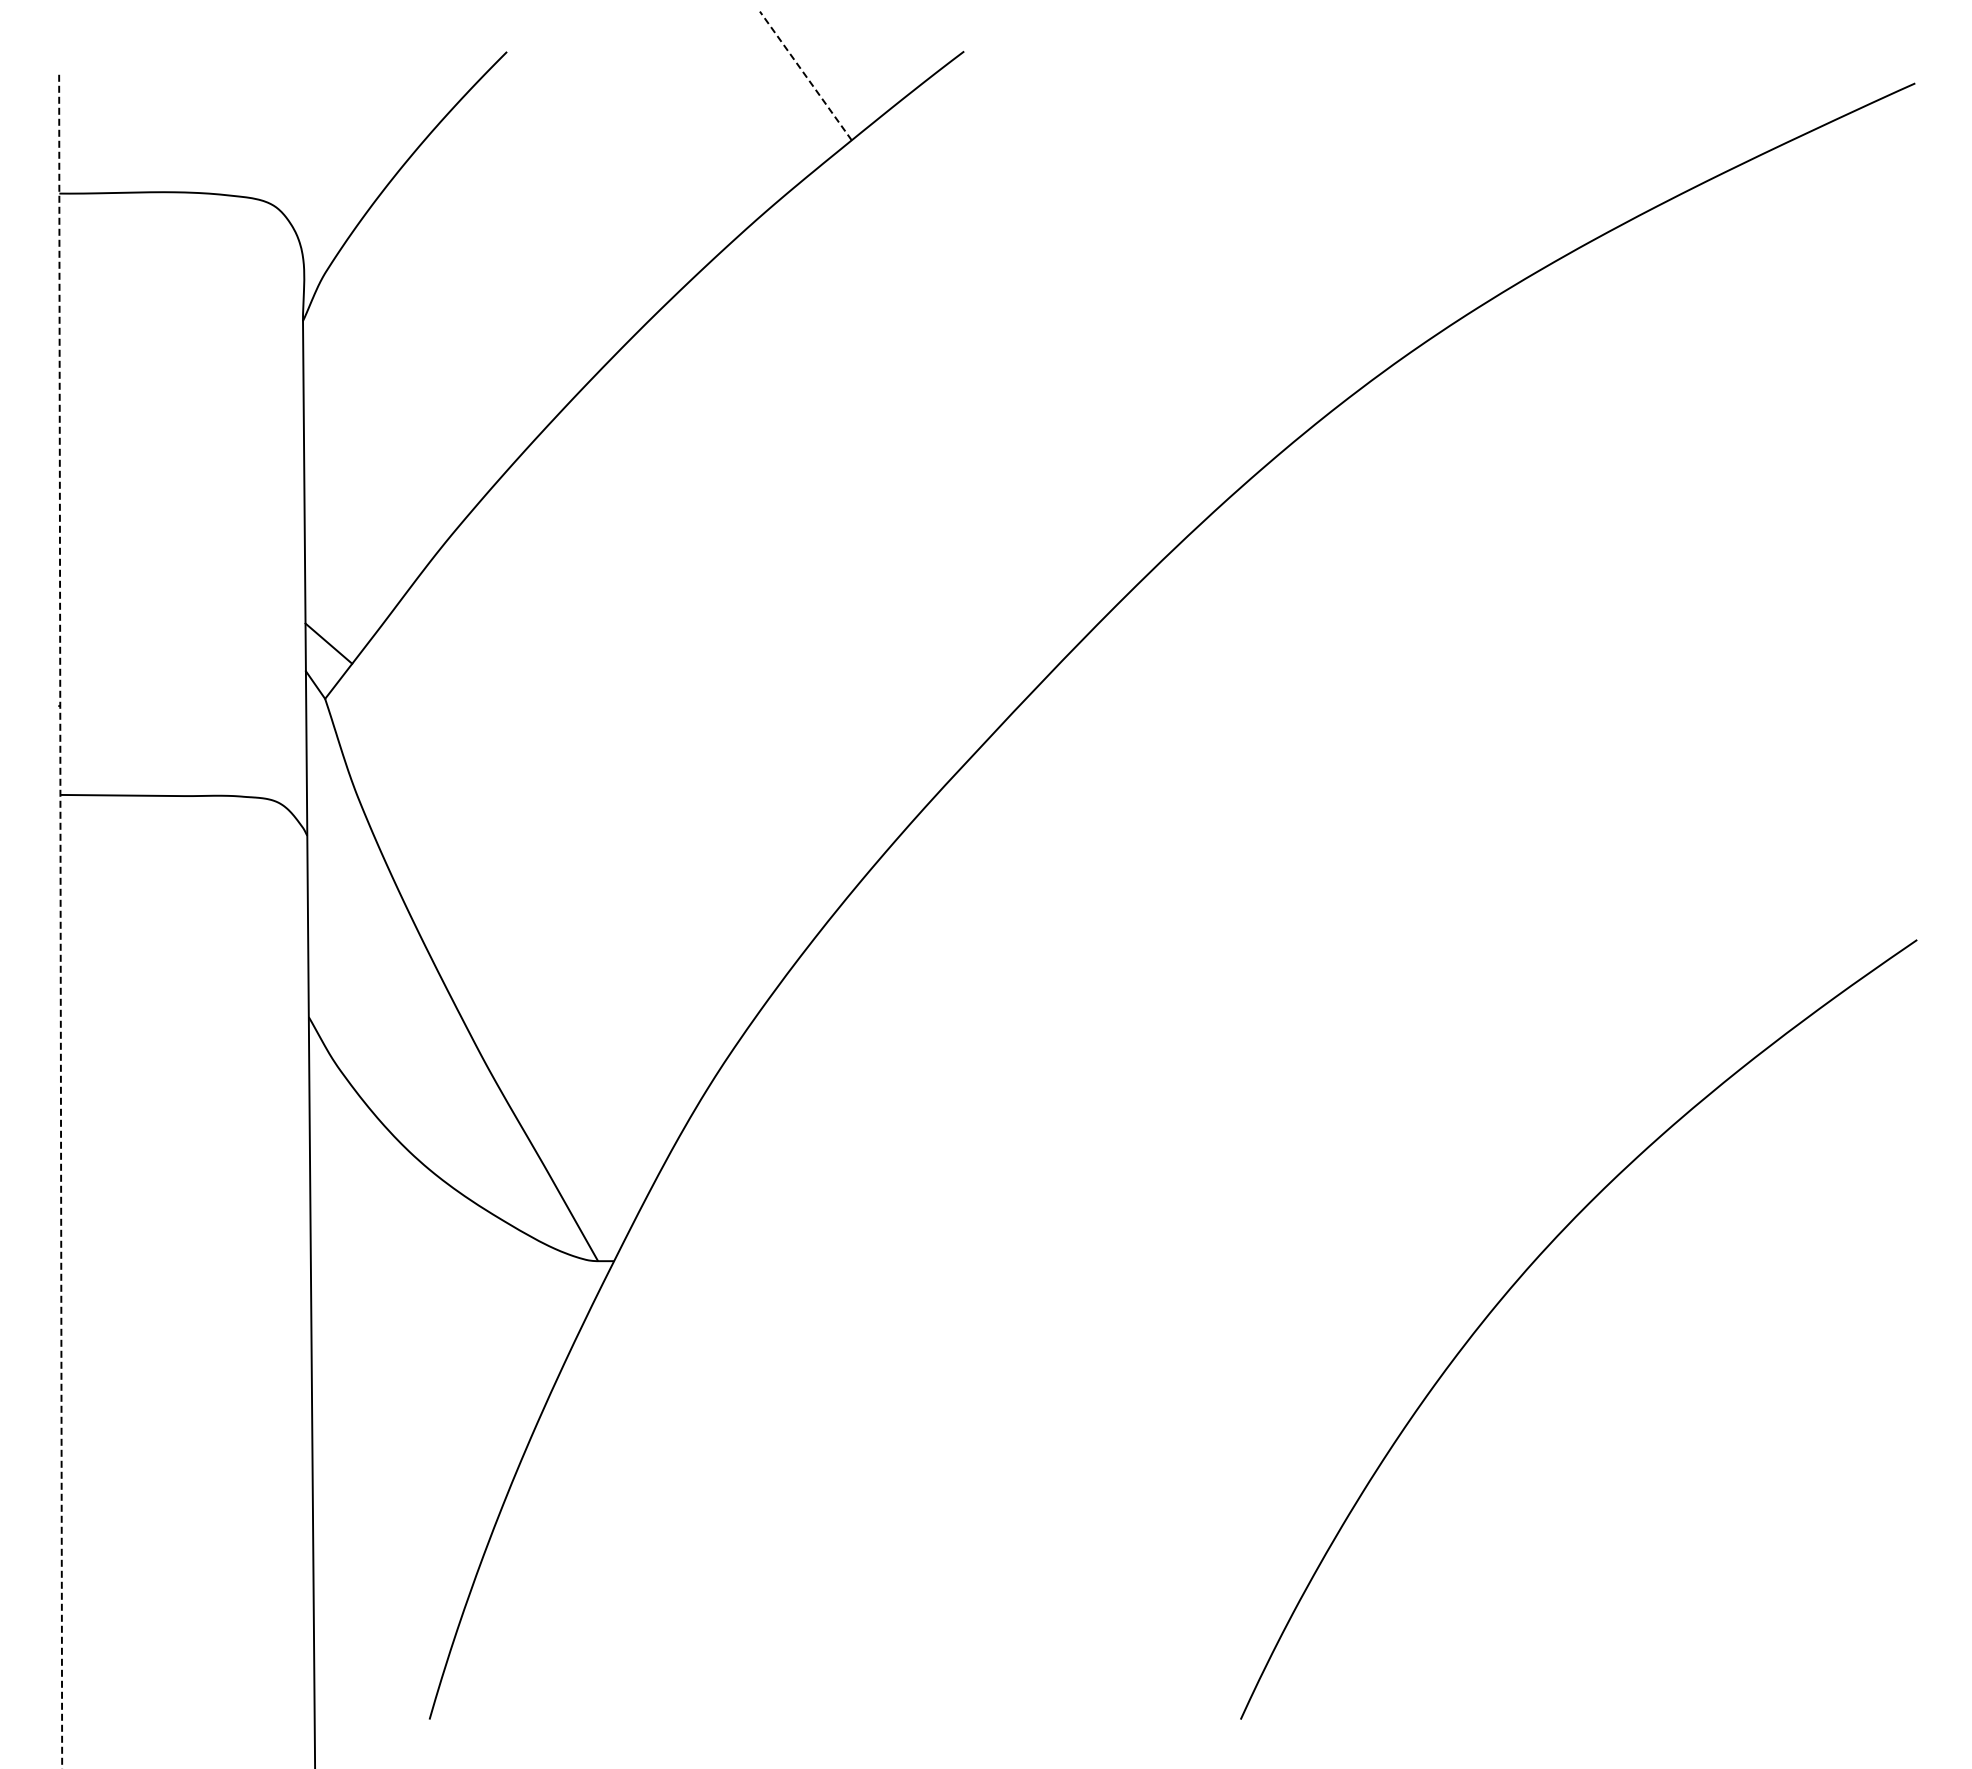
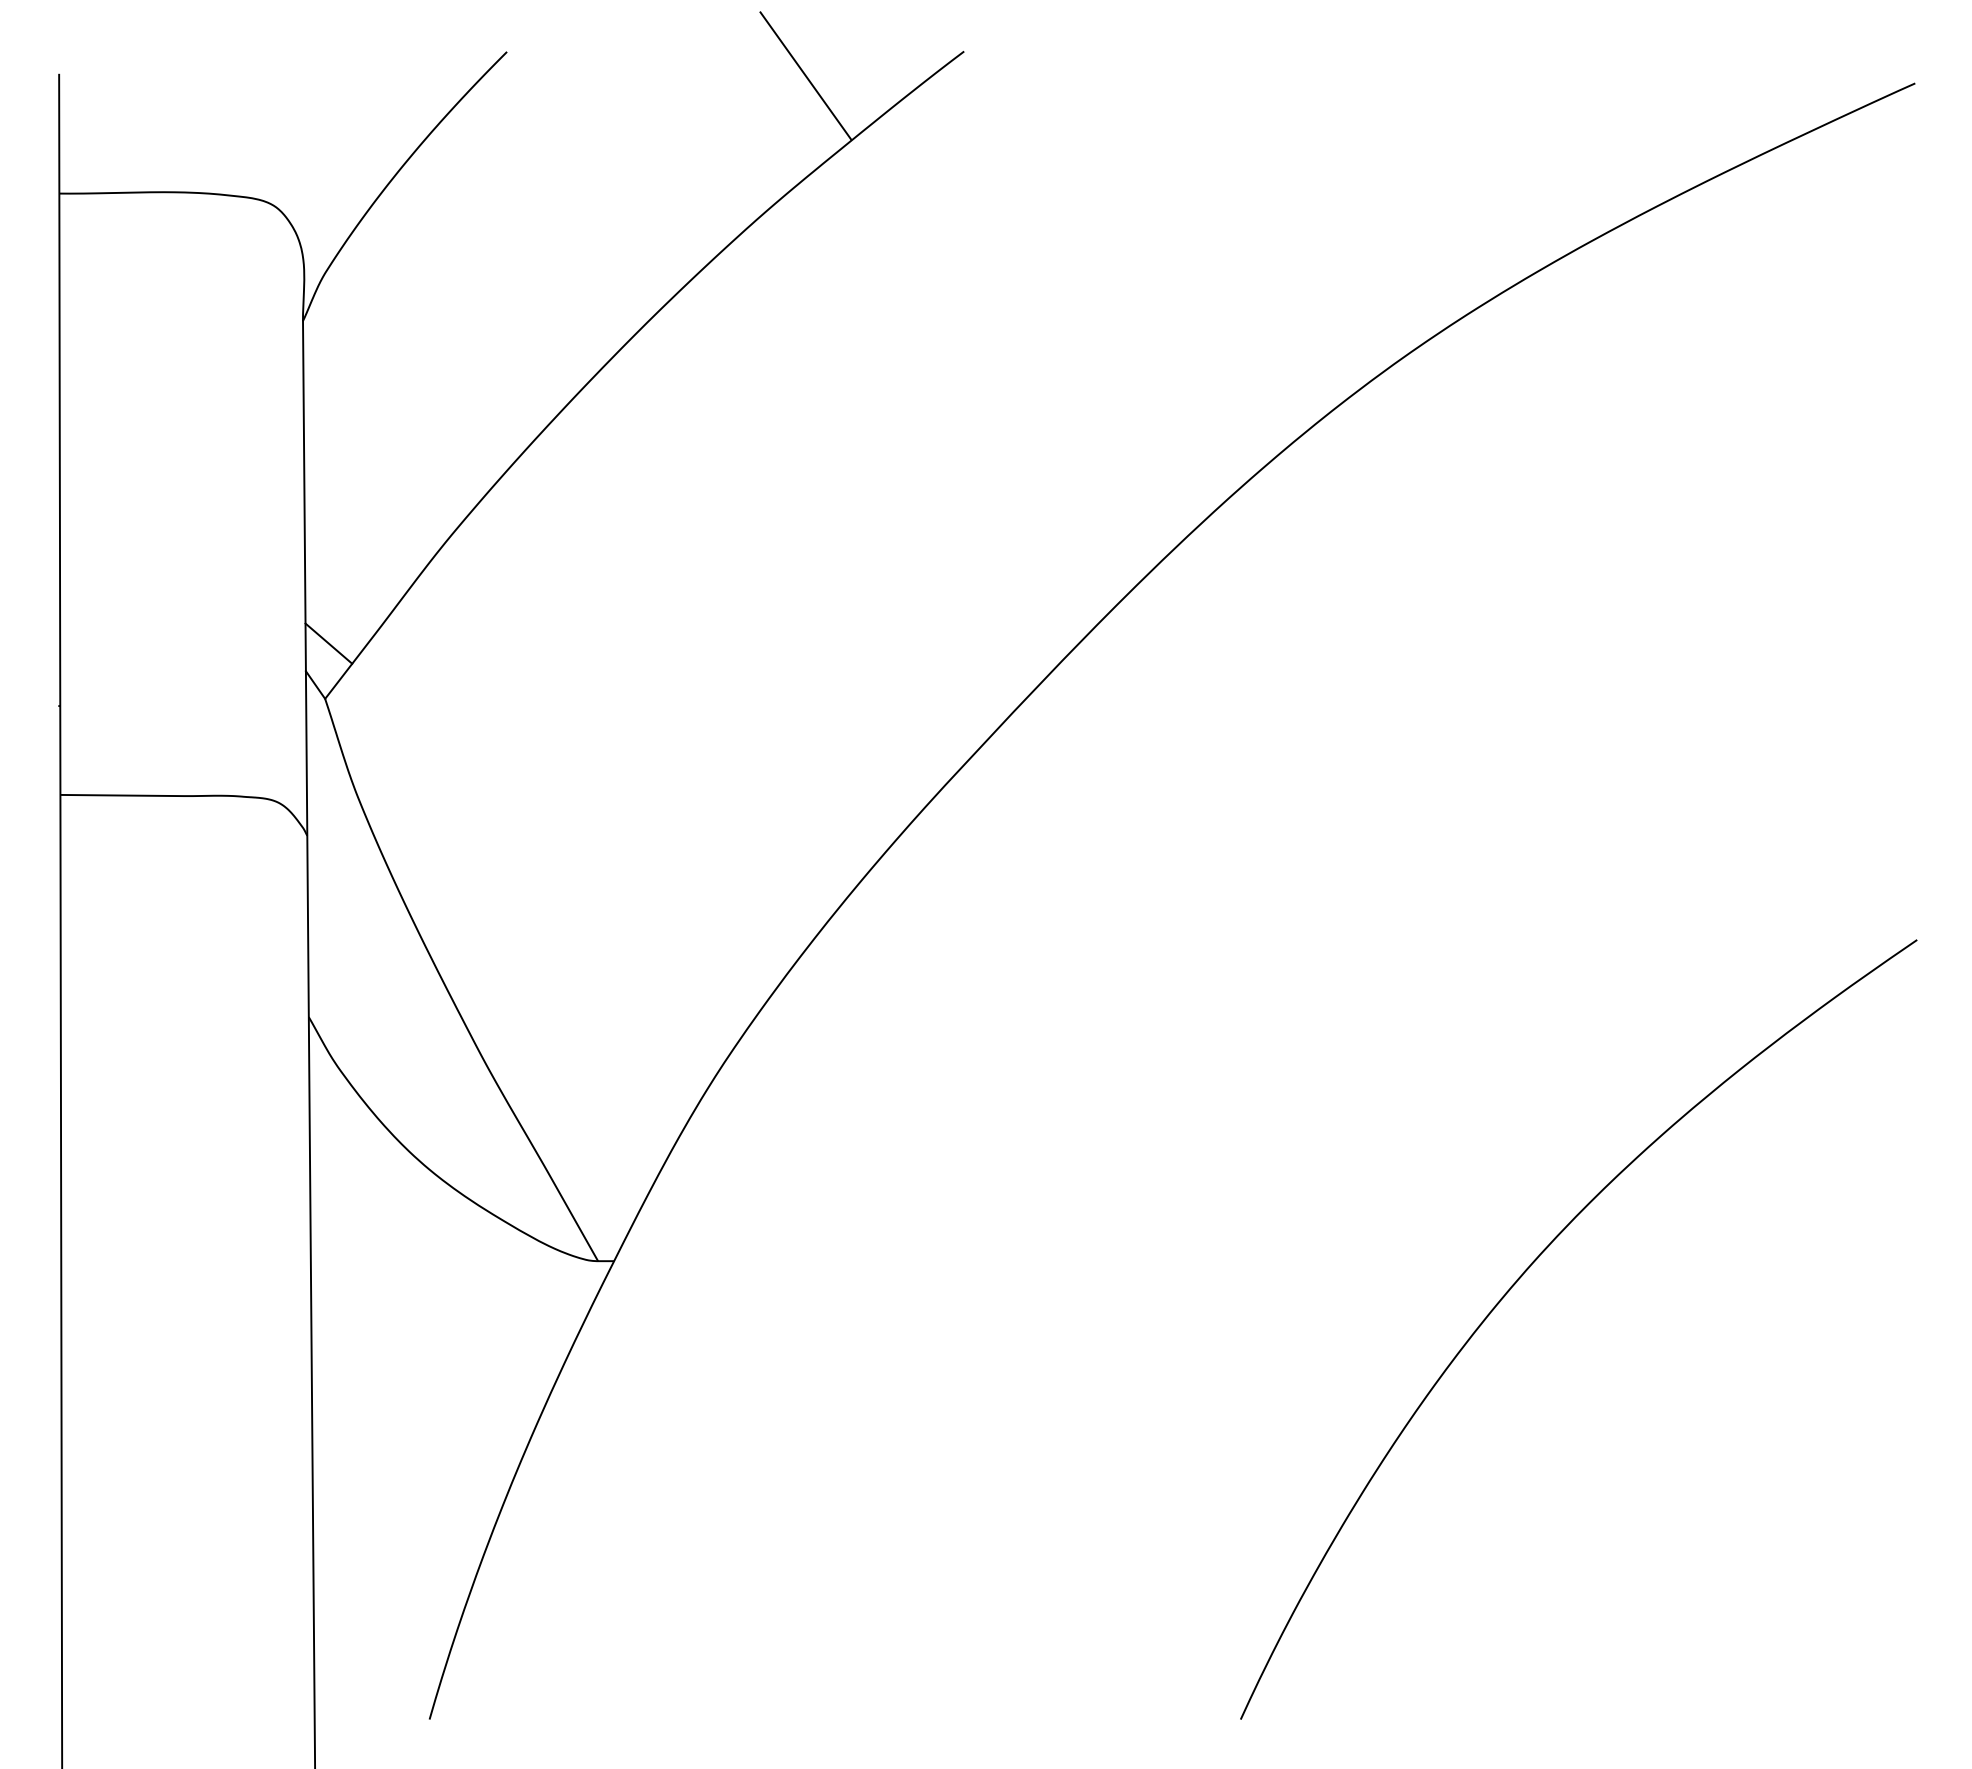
line at (805, 75): dashed -> solid
line at (60, 921): dashed -> solid
